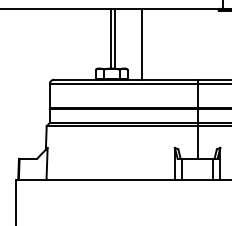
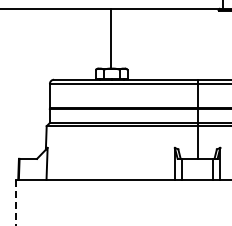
line at (115, 38): present -> none
line at (141, 44): present -> none
line at (16, 202): solid -> dashed
